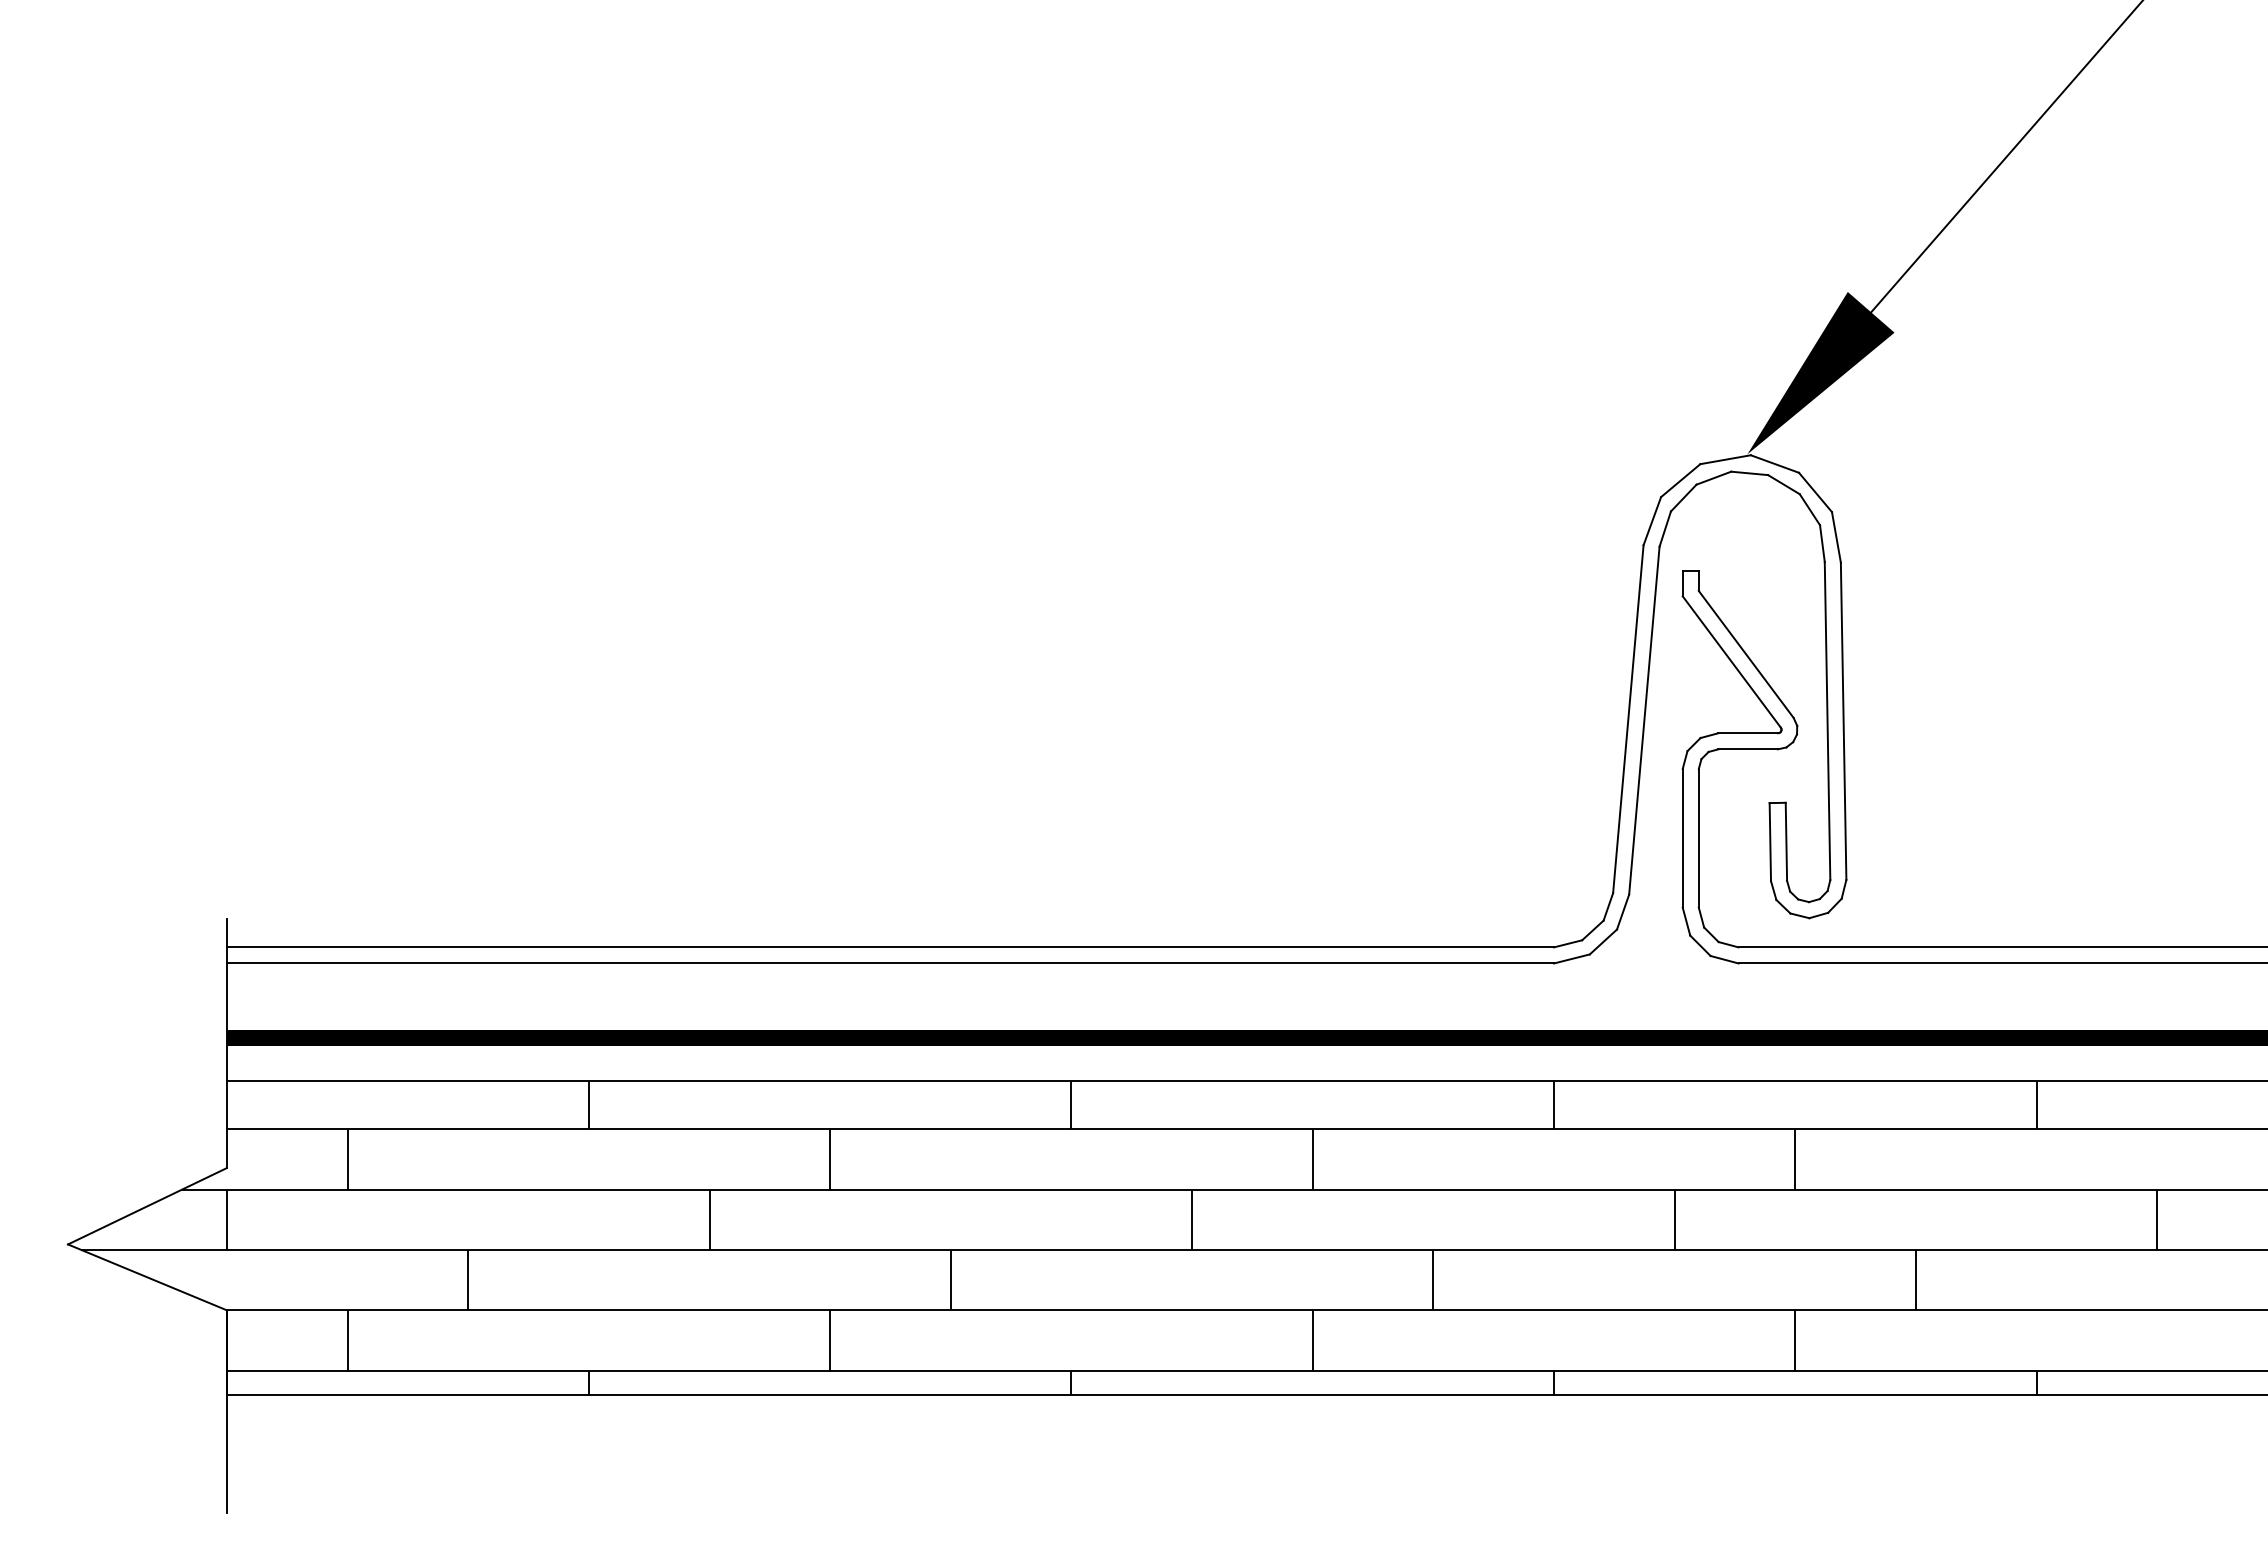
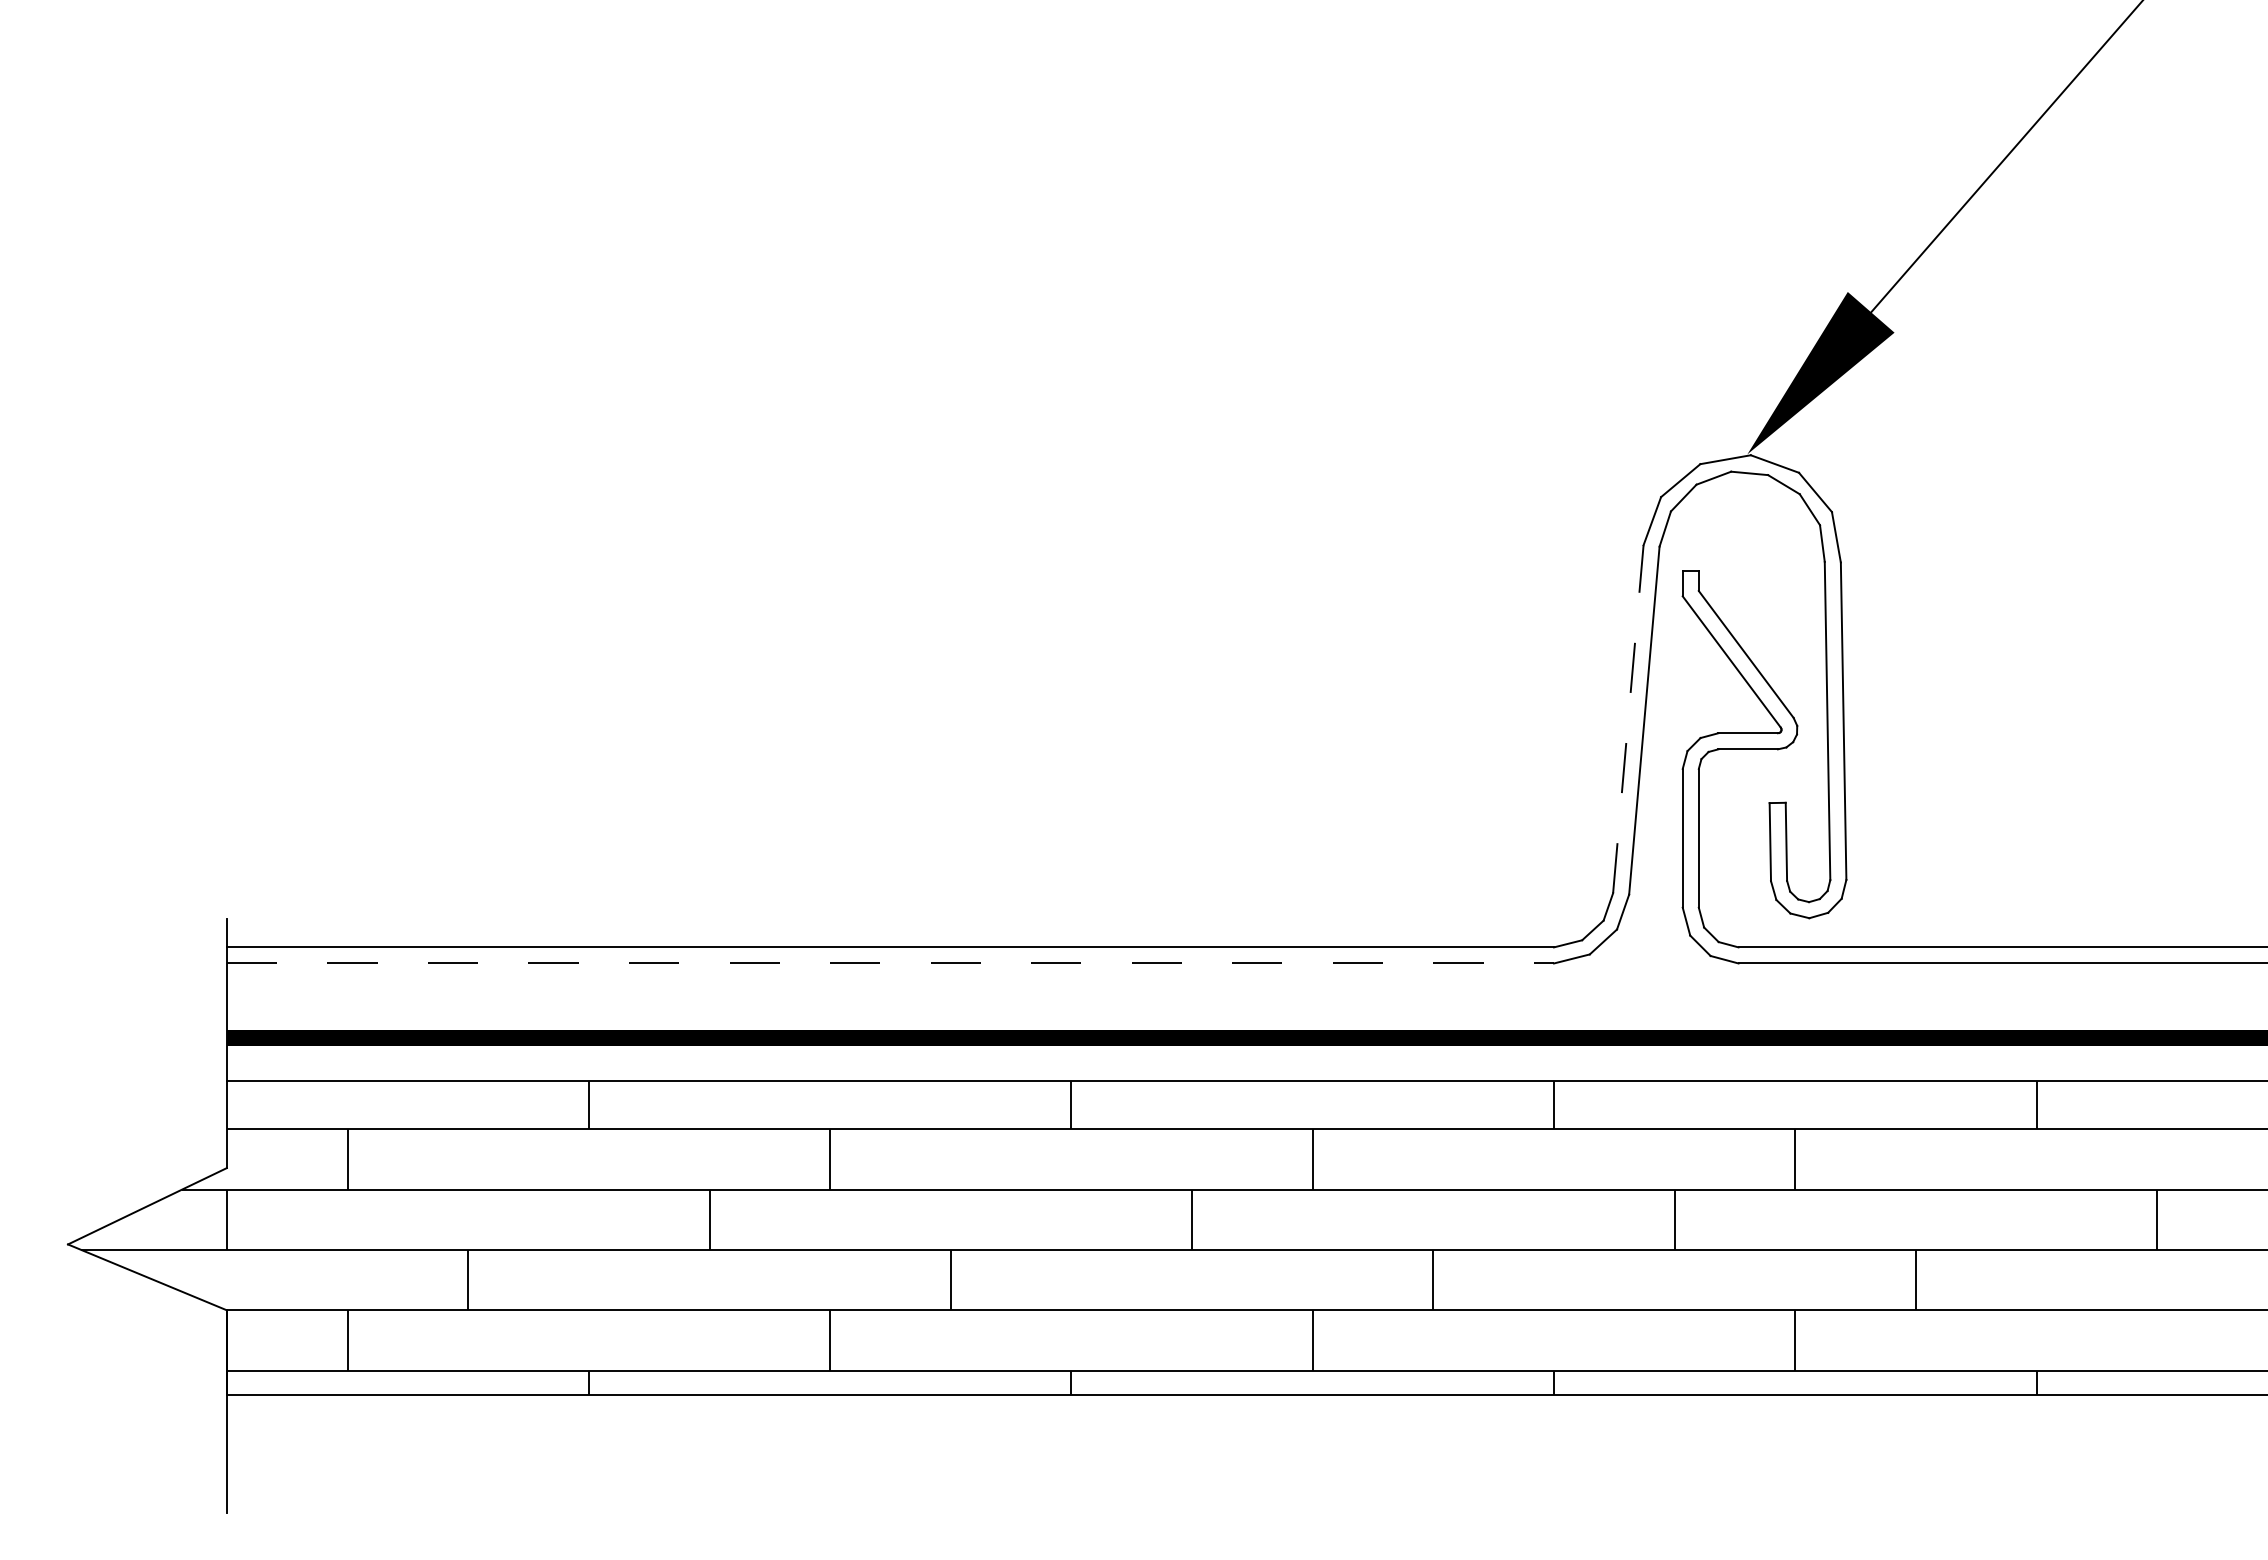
line at (1628, 719): solid -> dashed
line at (890, 963): solid -> dashed
